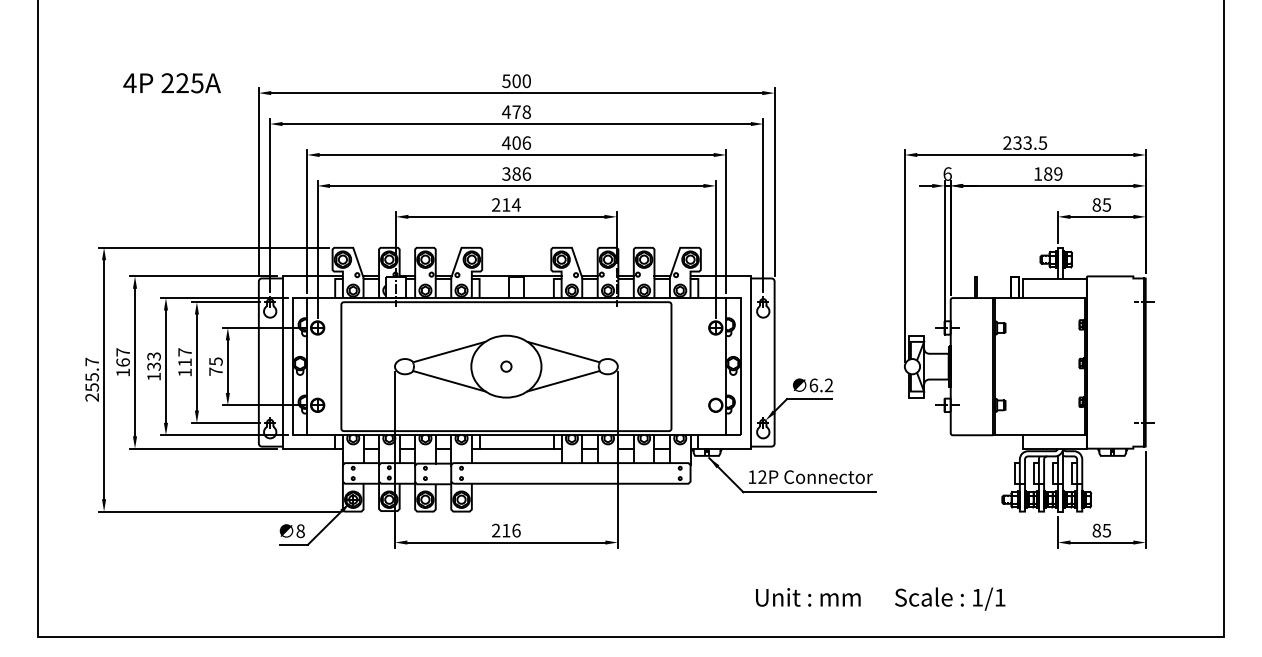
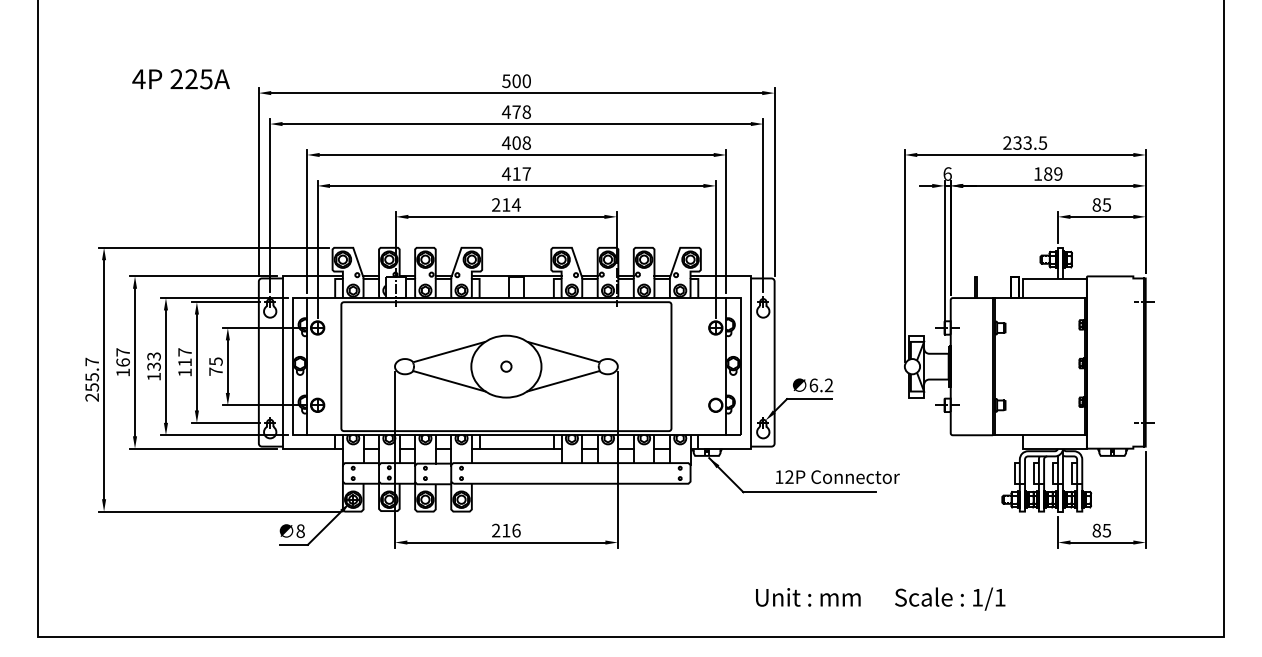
text at (171, 83) position: (171, 83) -> (180, 79)
text at (526, 142): 406 -> 408
text at (516, 173): 386 -> 417
text at (810, 476) position: (810, 476) -> (837, 476)
